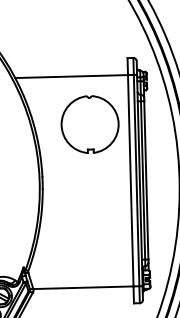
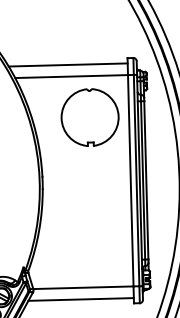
line at (67, 64): none -> present
part at (89, 124) position: (89, 124) -> (89, 117)
line at (80, 299): none -> present
